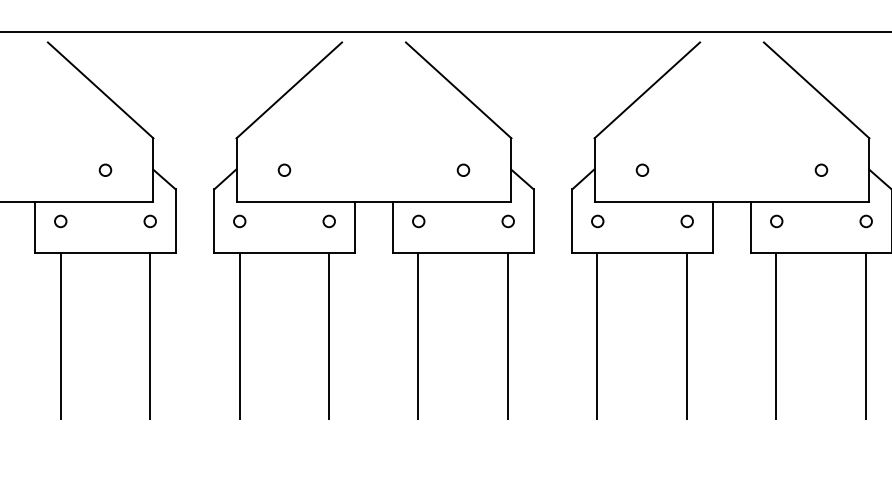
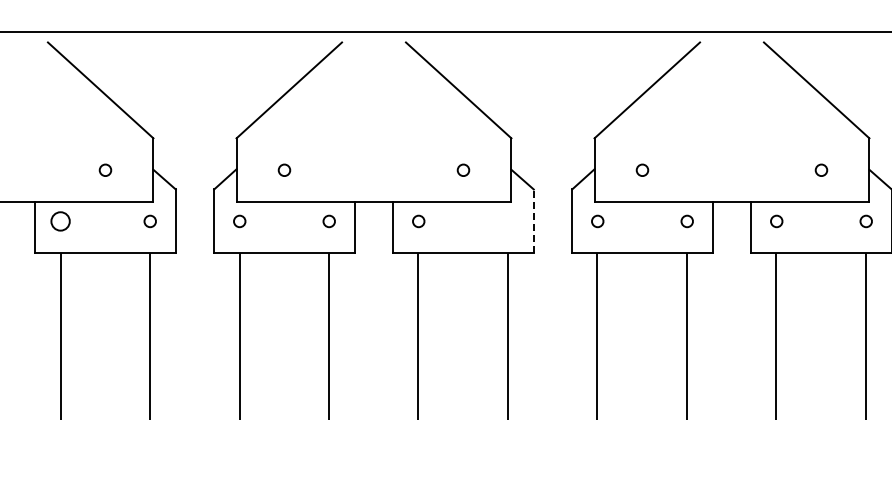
circle at (60, 221) size: 14x15 px -> 21x21 px
circle at (507, 221): present -> none
line at (533, 221): solid -> dashed
